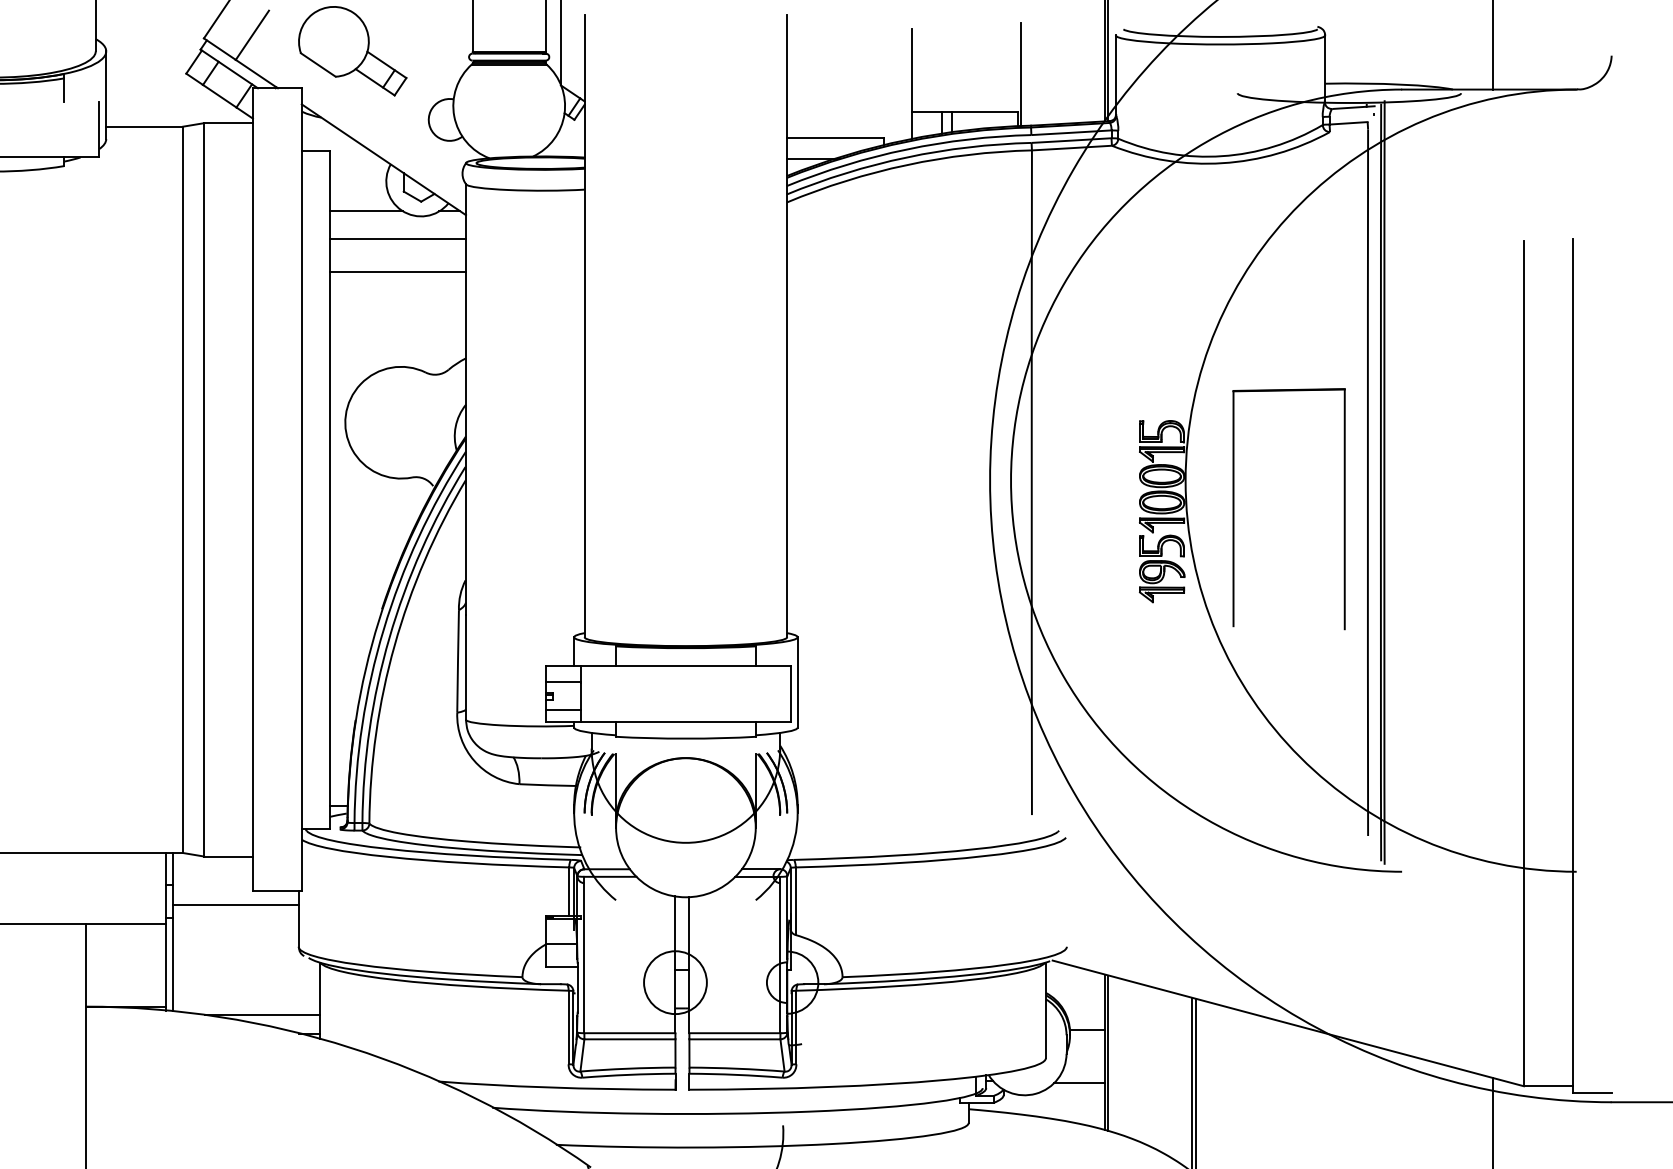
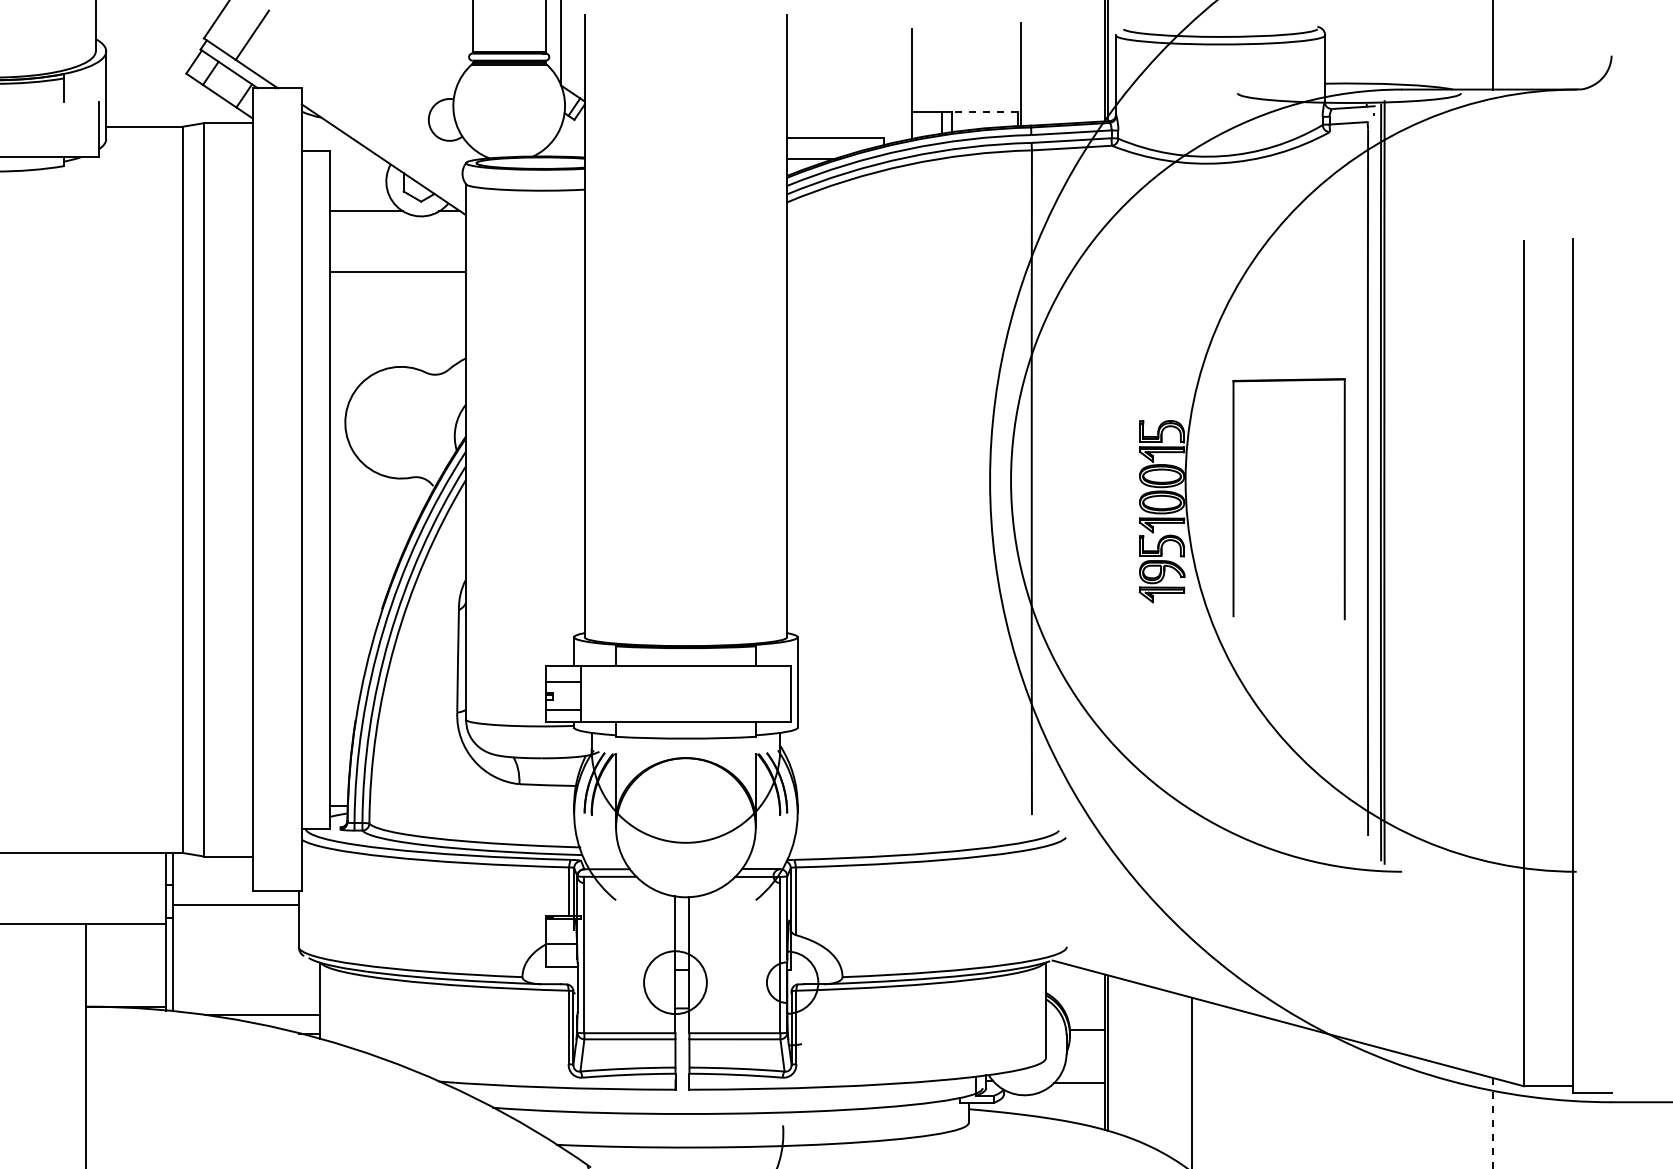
part at (352, 51): present -> none
line at (984, 111): solid -> dashed
line at (397, 239): present -> none
part at (1234, 509) position: (1234, 509) -> (1234, 499)
line at (1195, 1082): present -> none
line at (1492, 1123): solid -> dashed
